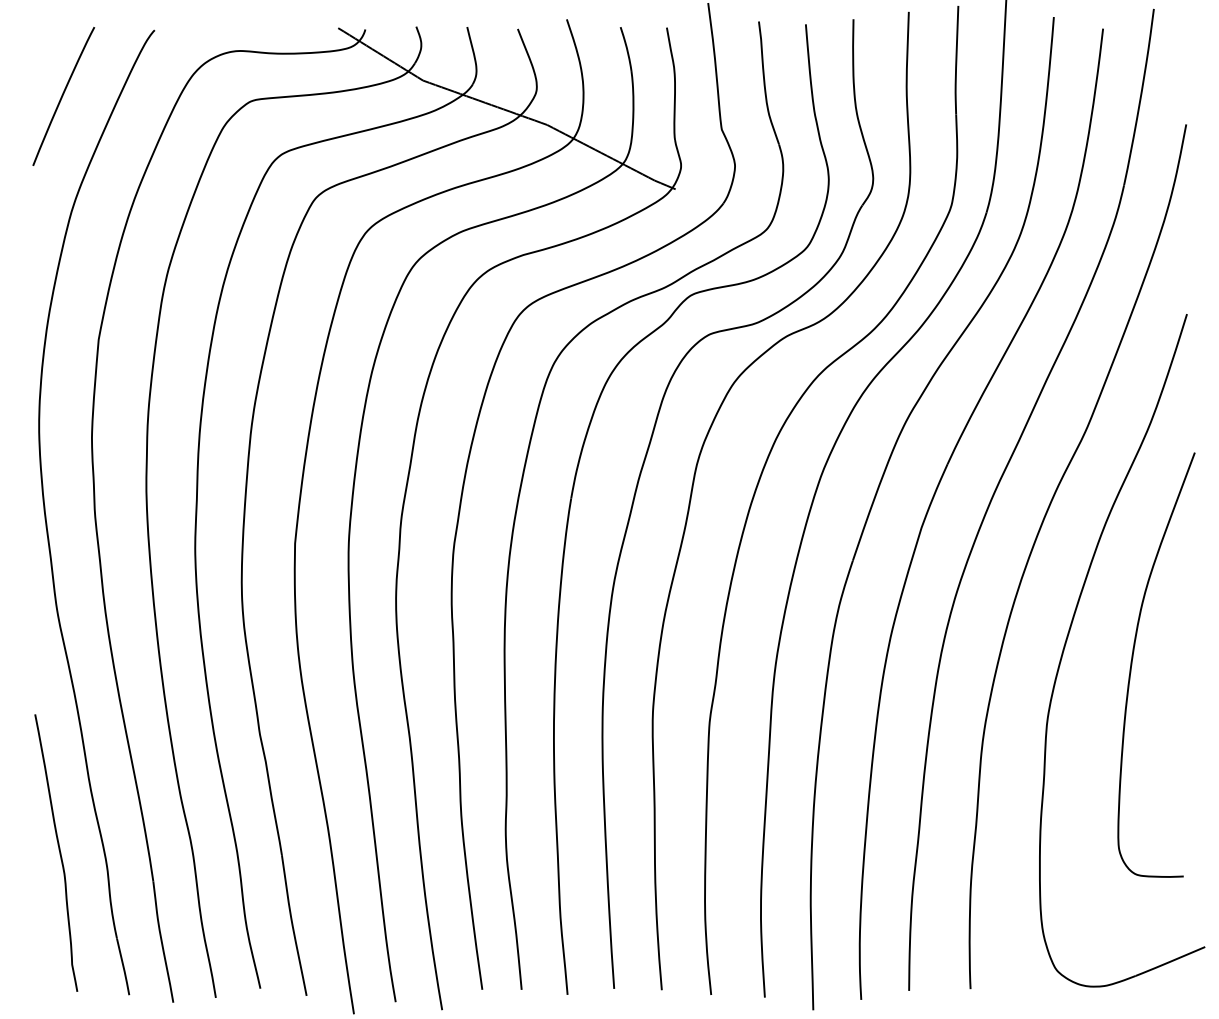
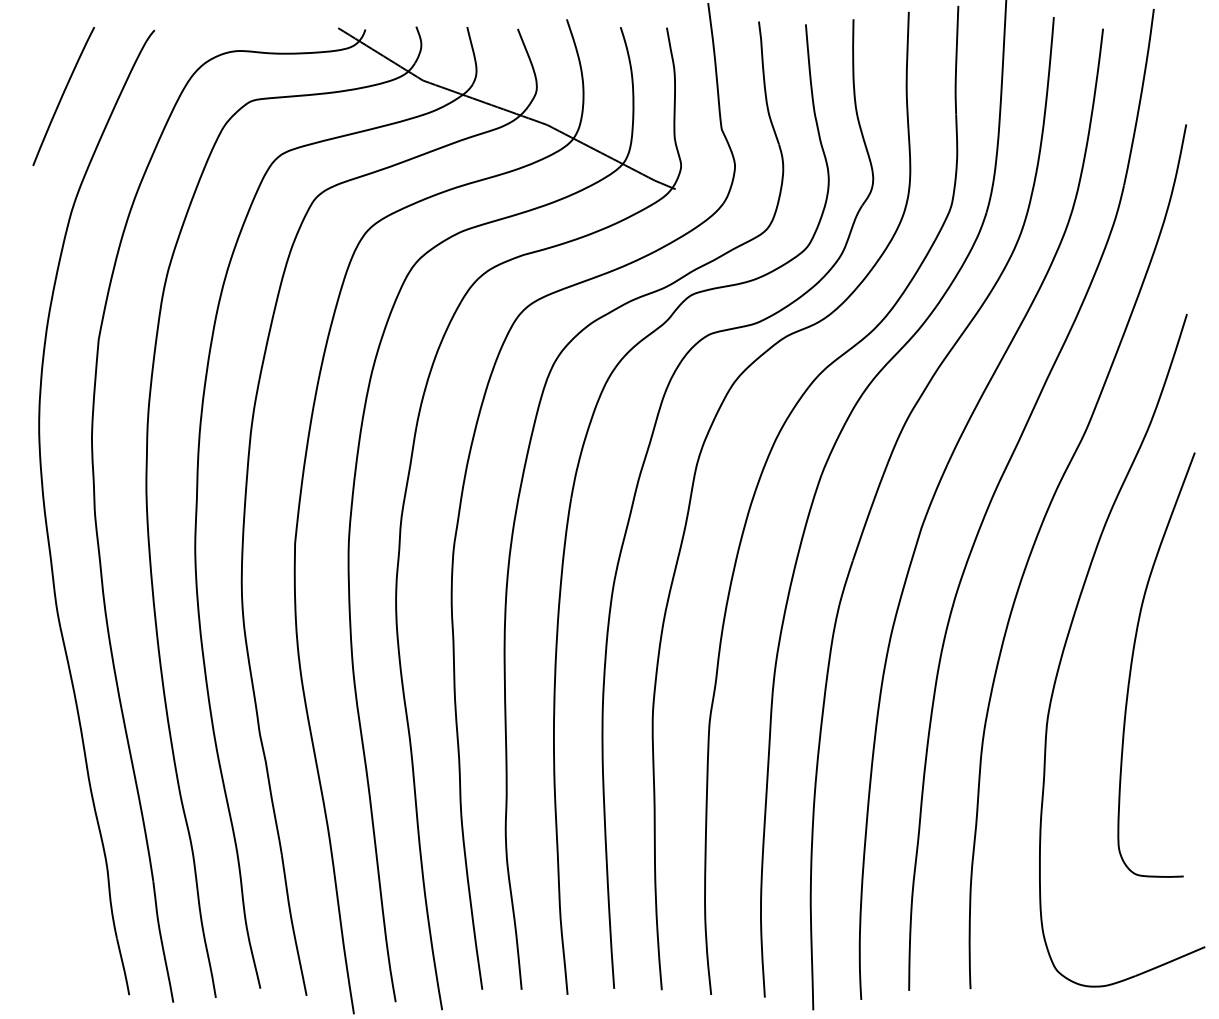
curve at (58, 850): present -> none
